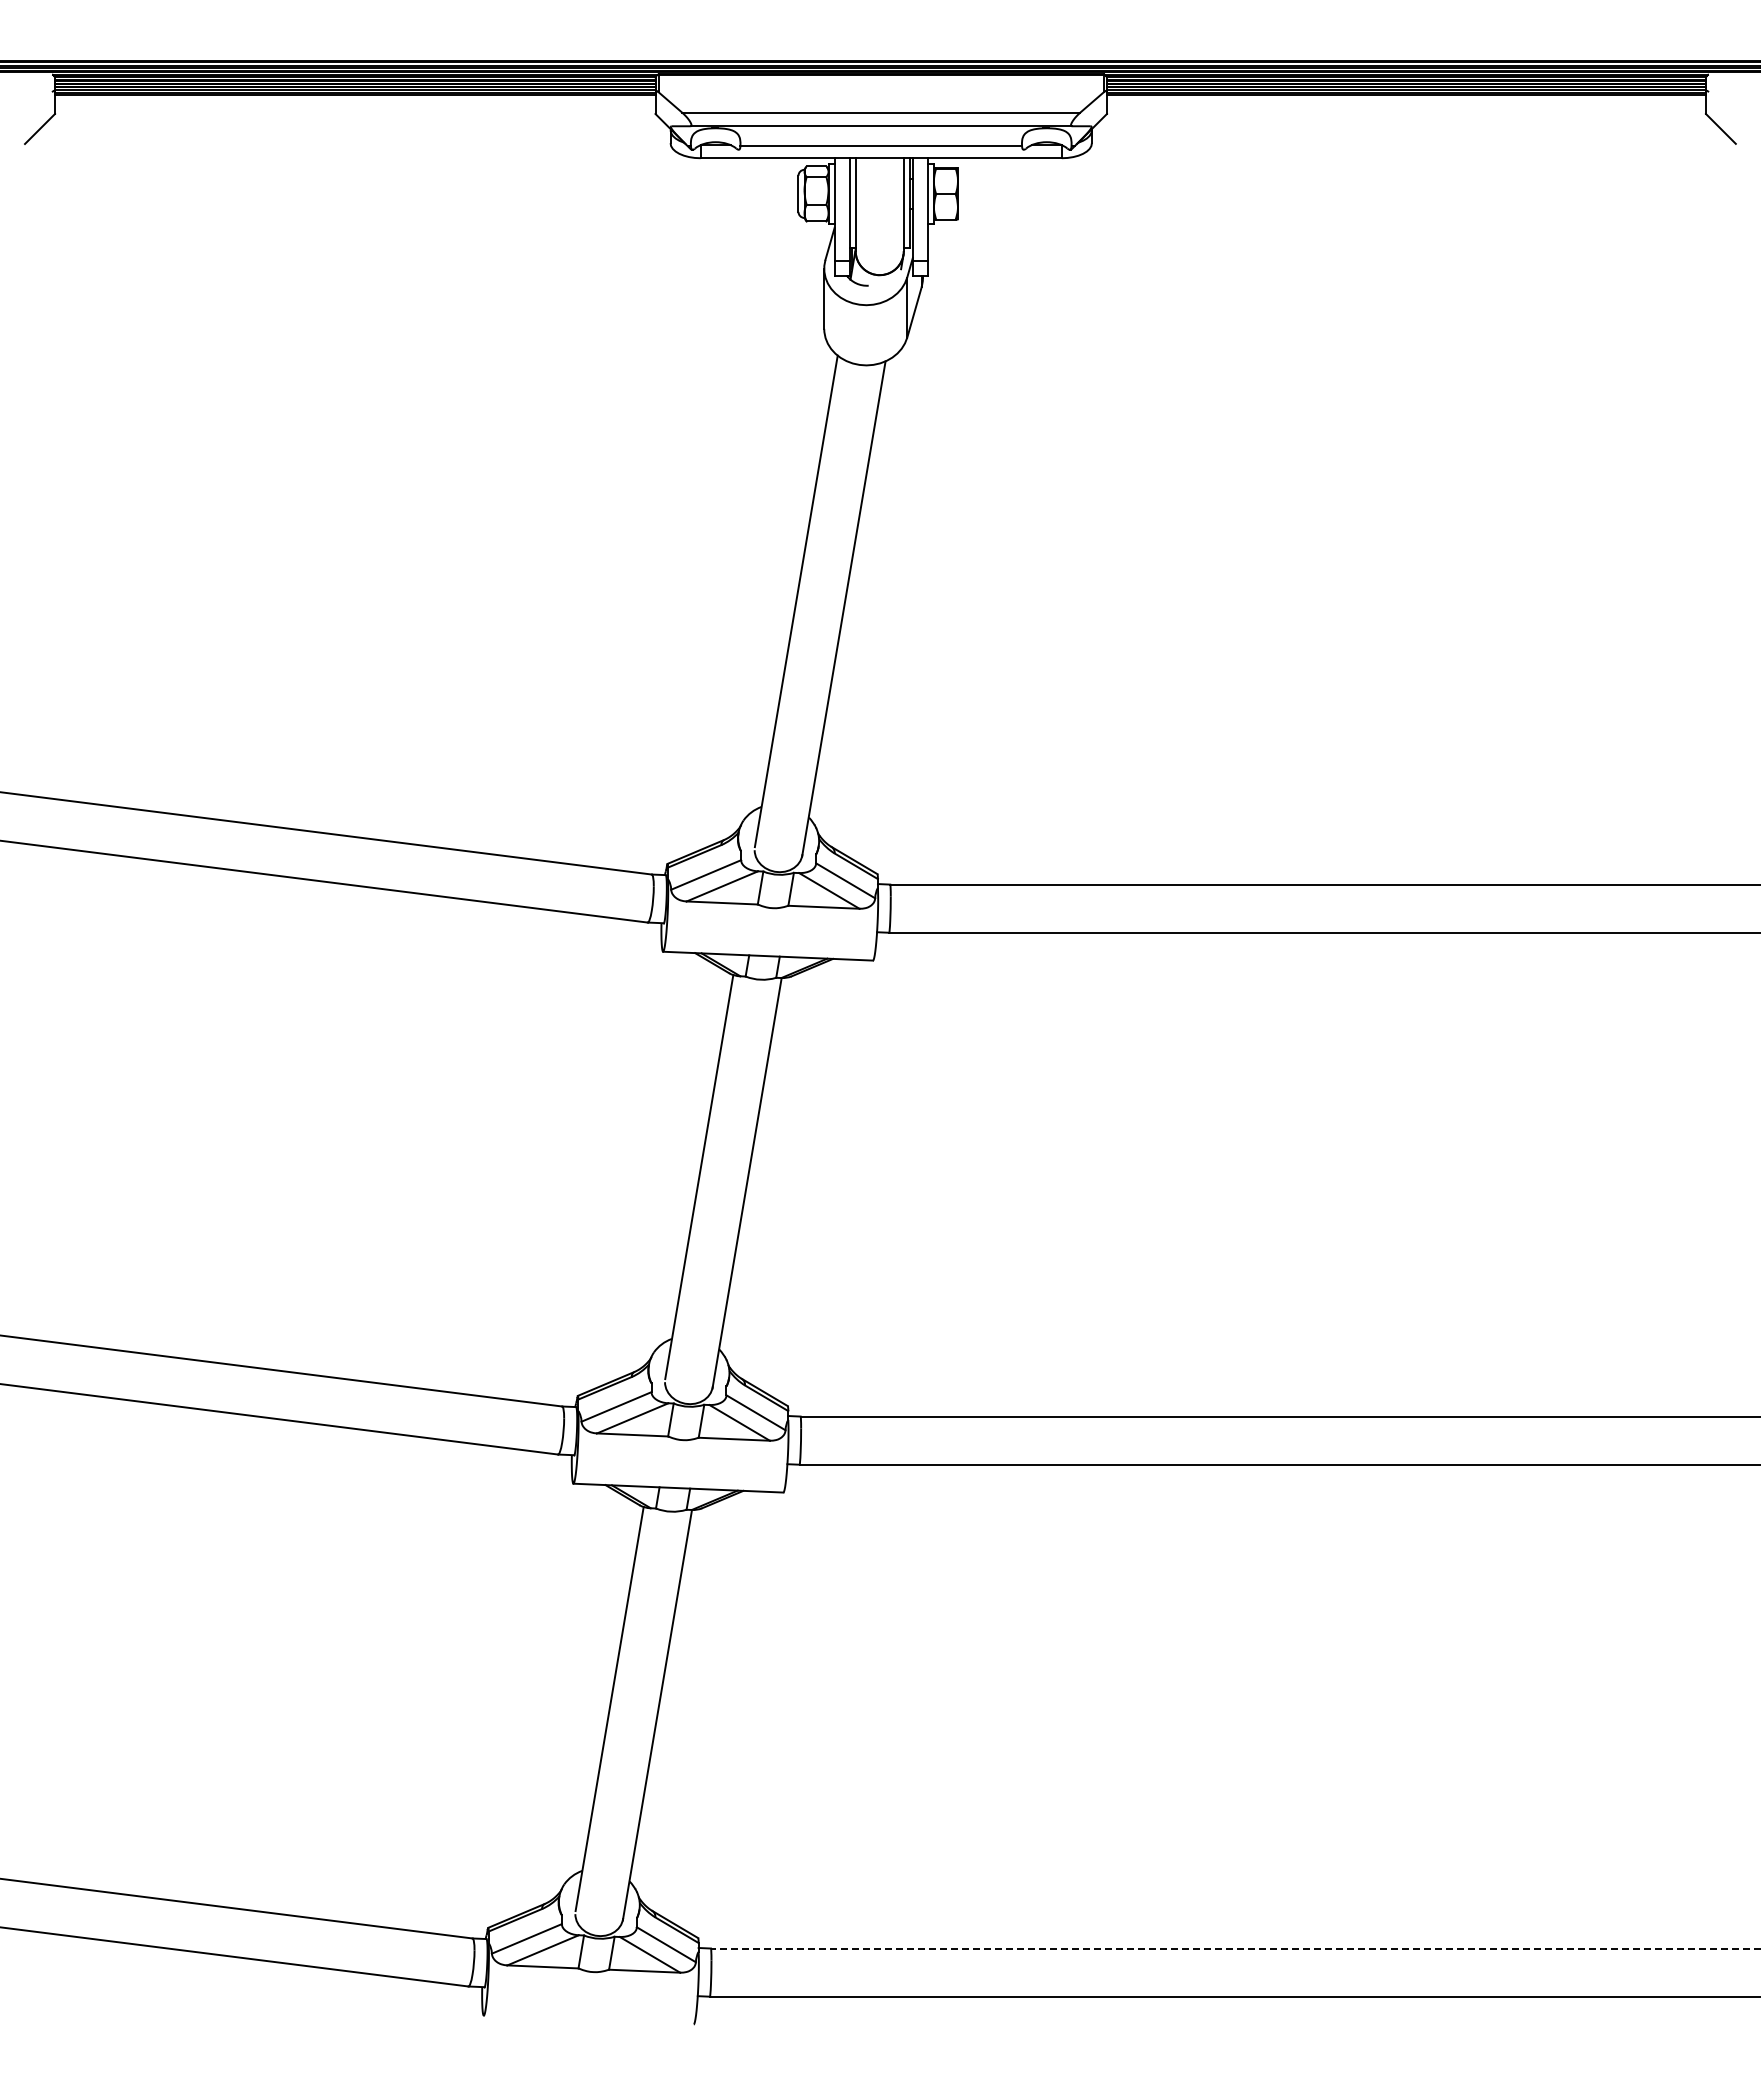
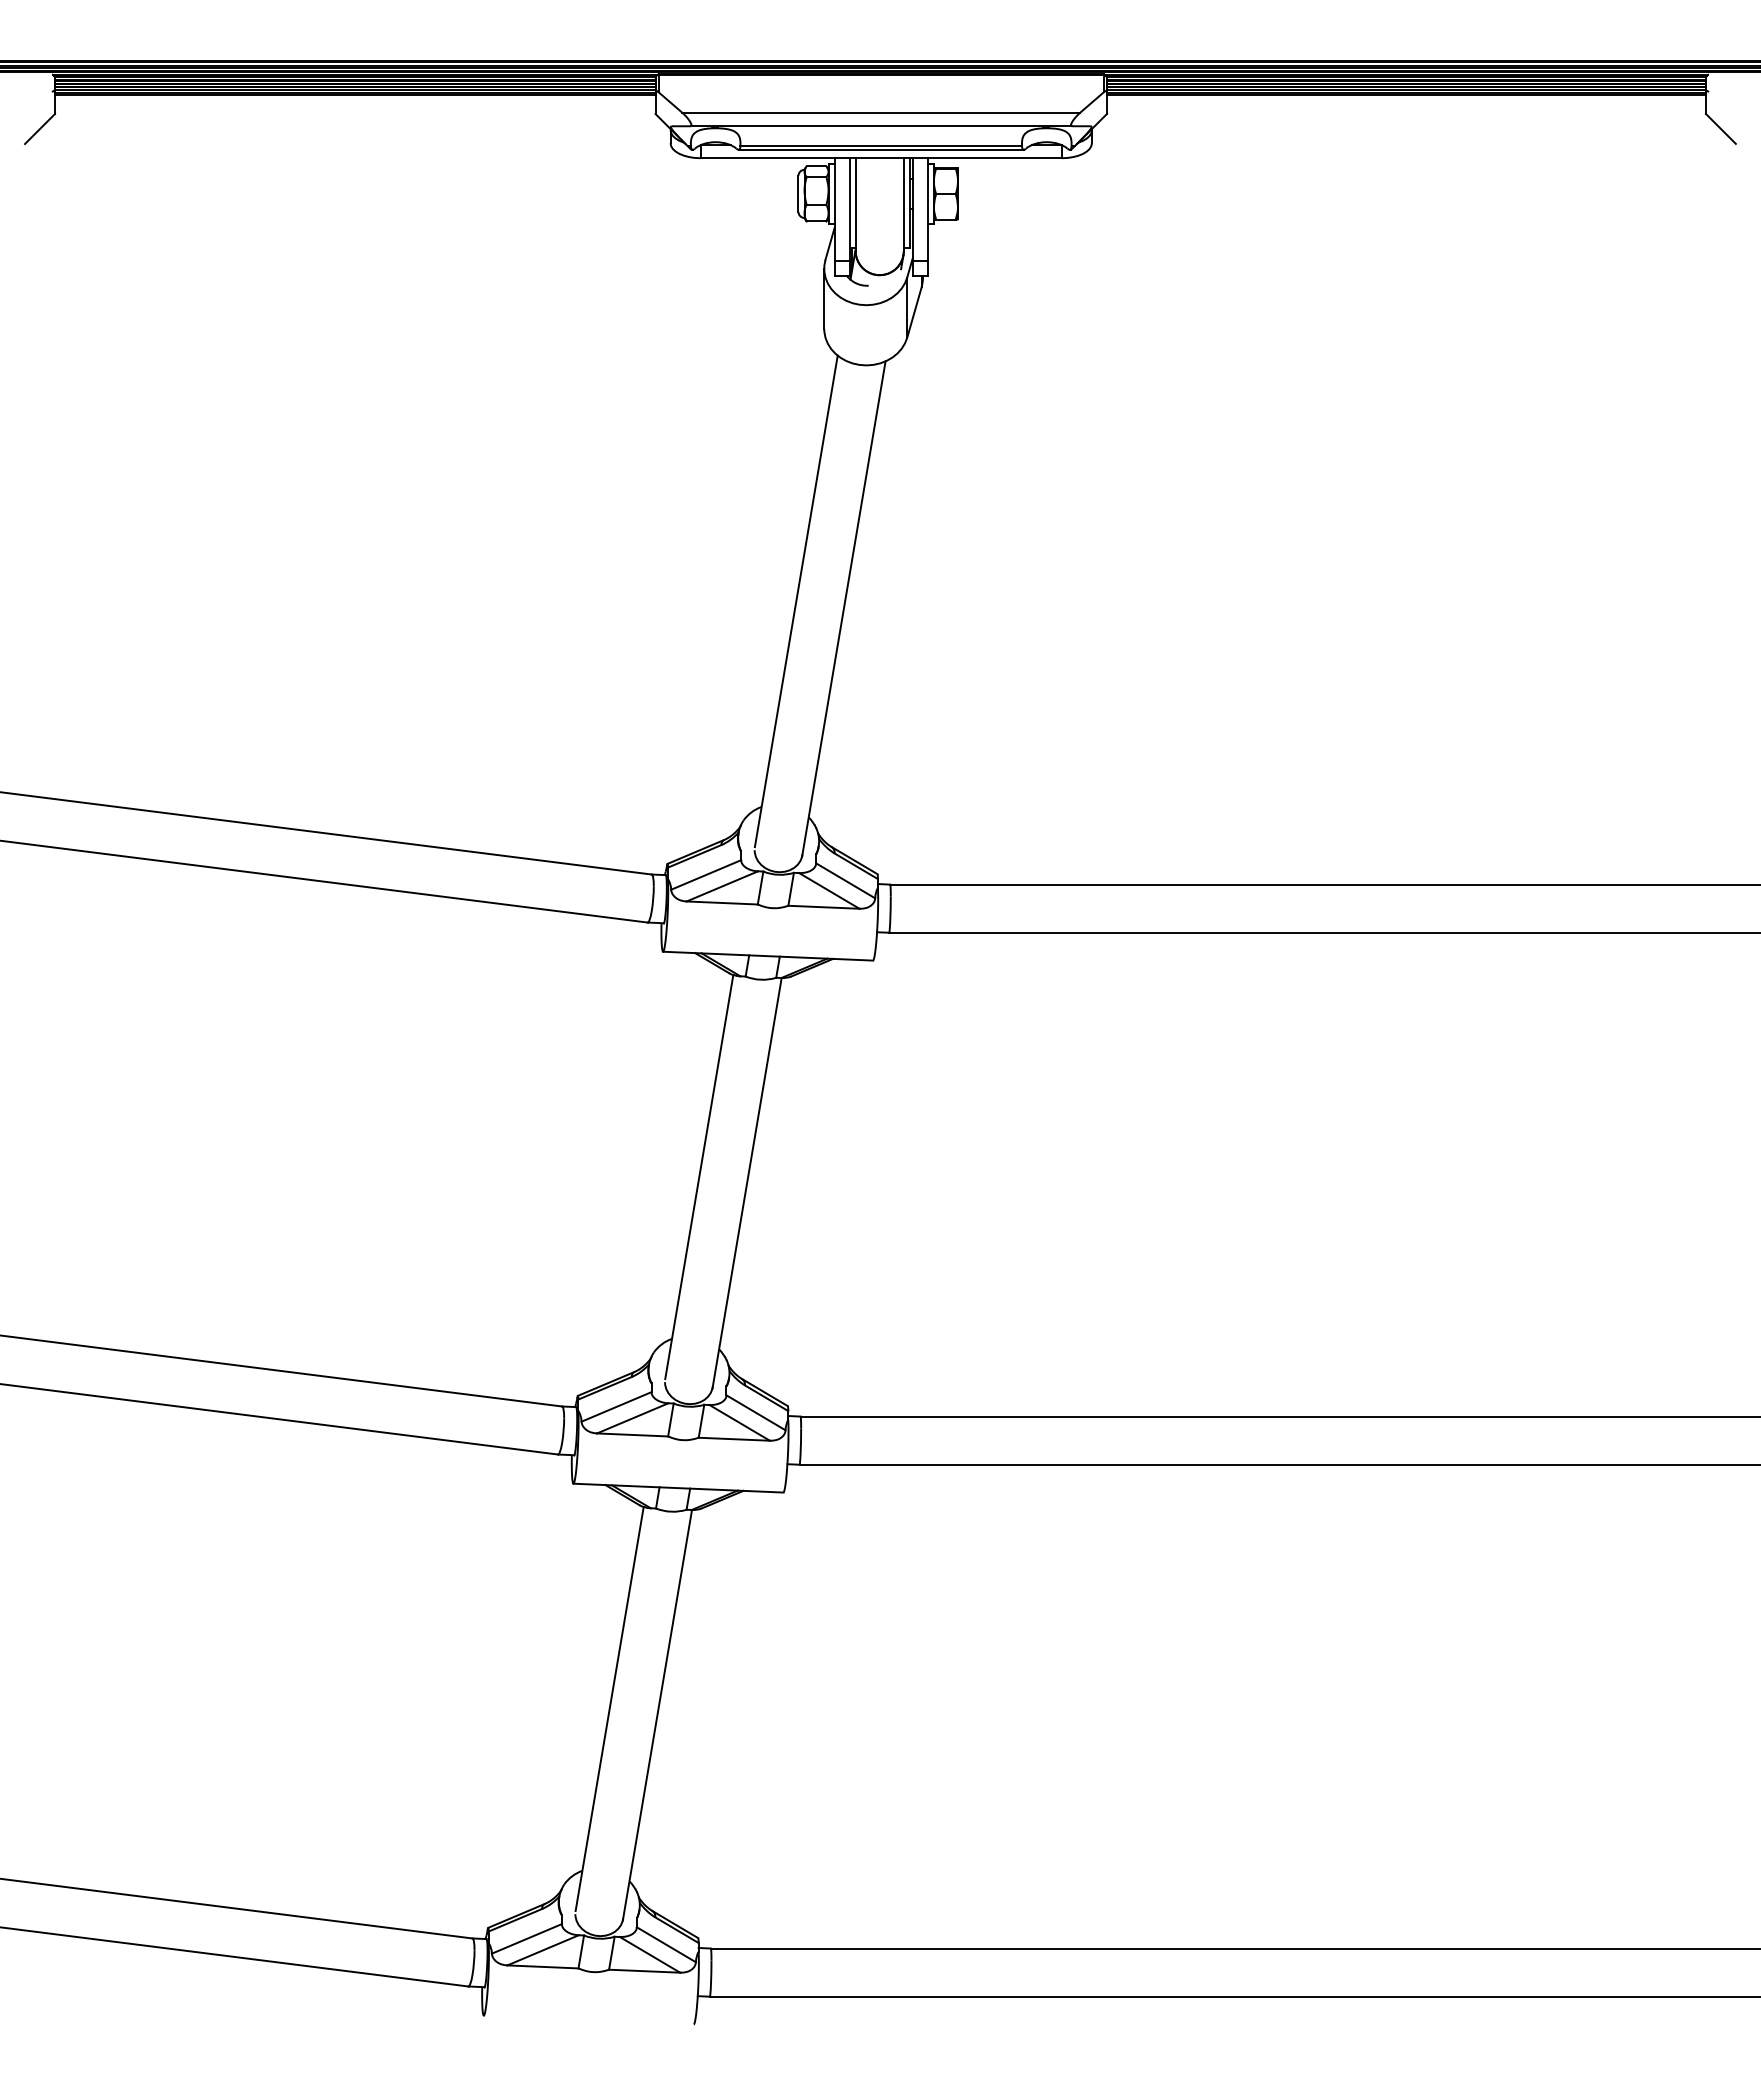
line at (880, 149): none -> present
line at (1235, 1948): dashed -> solid
